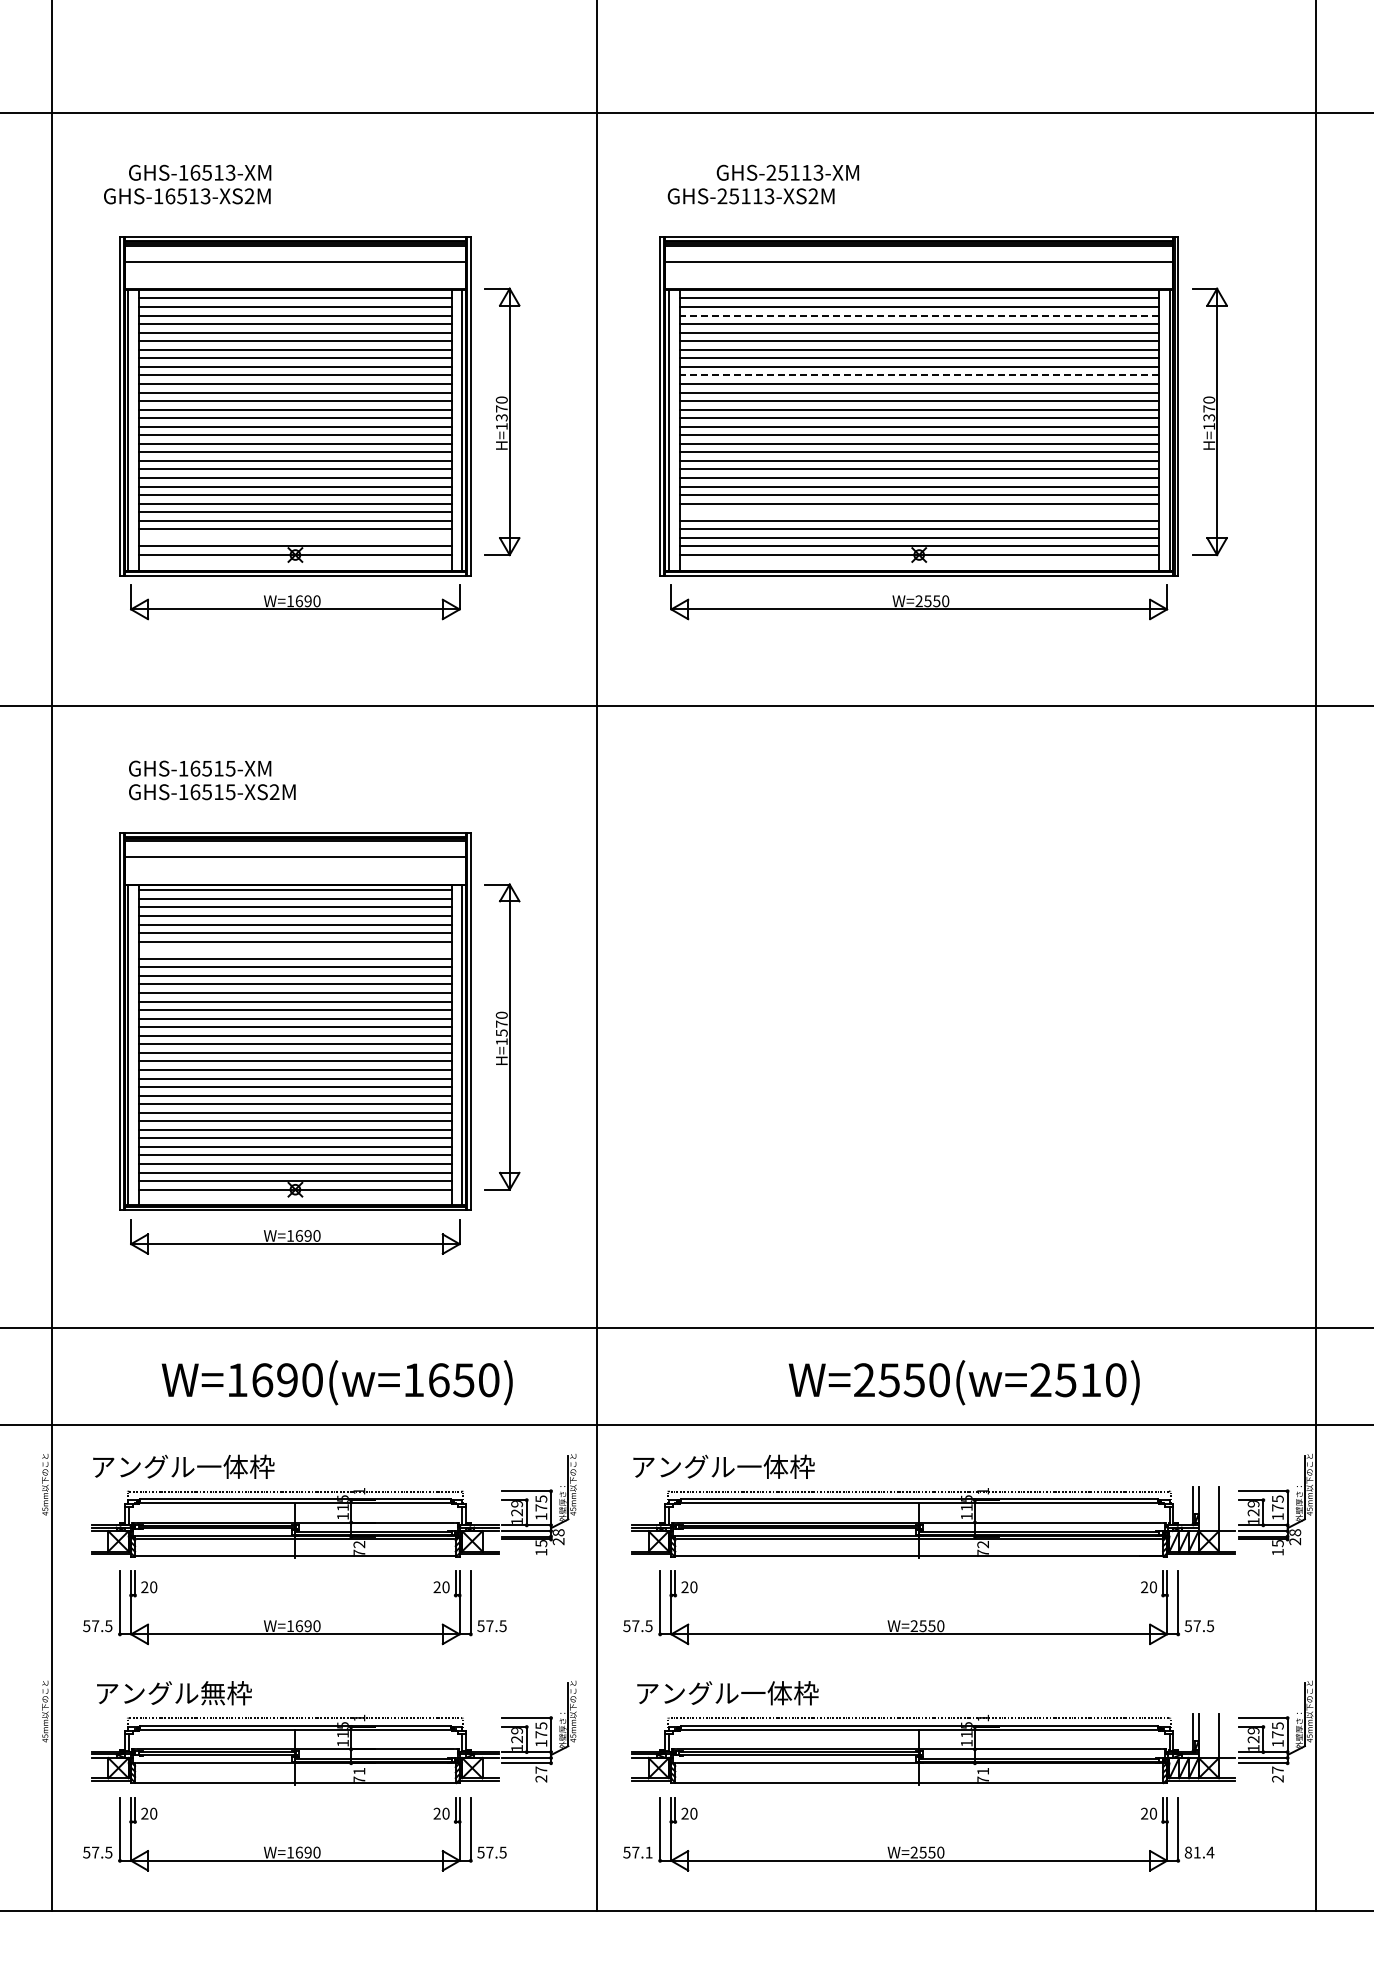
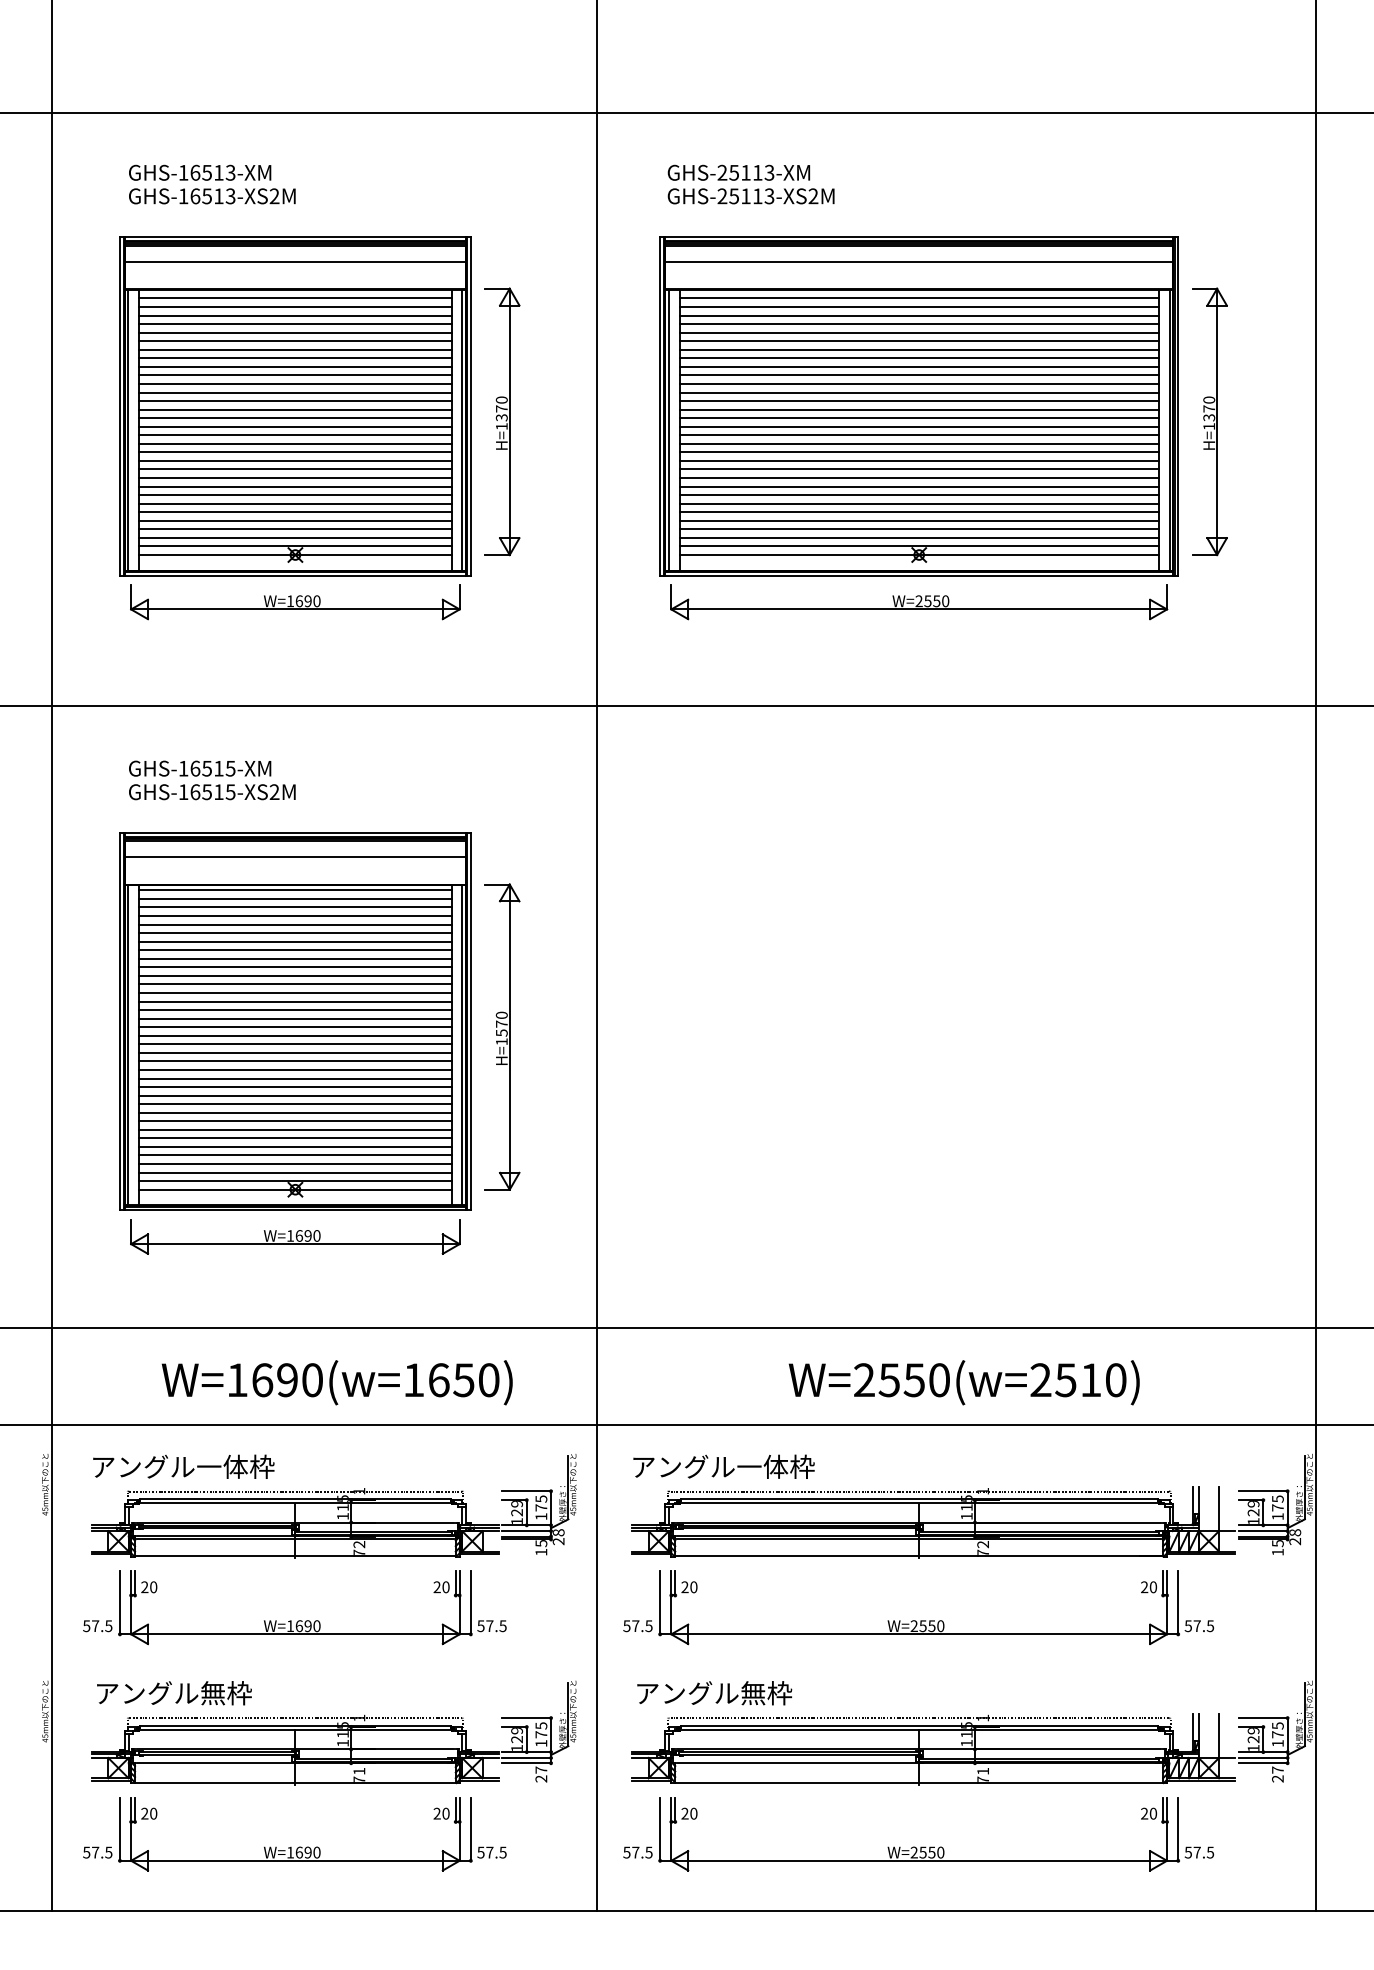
text at (787, 172) position: (787, 172) -> (738, 172)
text at (187, 196) position: (187, 196) -> (212, 196)
line at (919, 315): dashed -> solid
line at (919, 375): dashed -> solid
line at (918, 512): none -> present
line at (295, 537): none -> present
line at (295, 950): none -> present
text at (779, 1693): アングル一体枠 -> アングル無枠
text at (648, 1852): 57.1 -> 57.5
text at (1199, 1852): 81.4 -> 57.5
